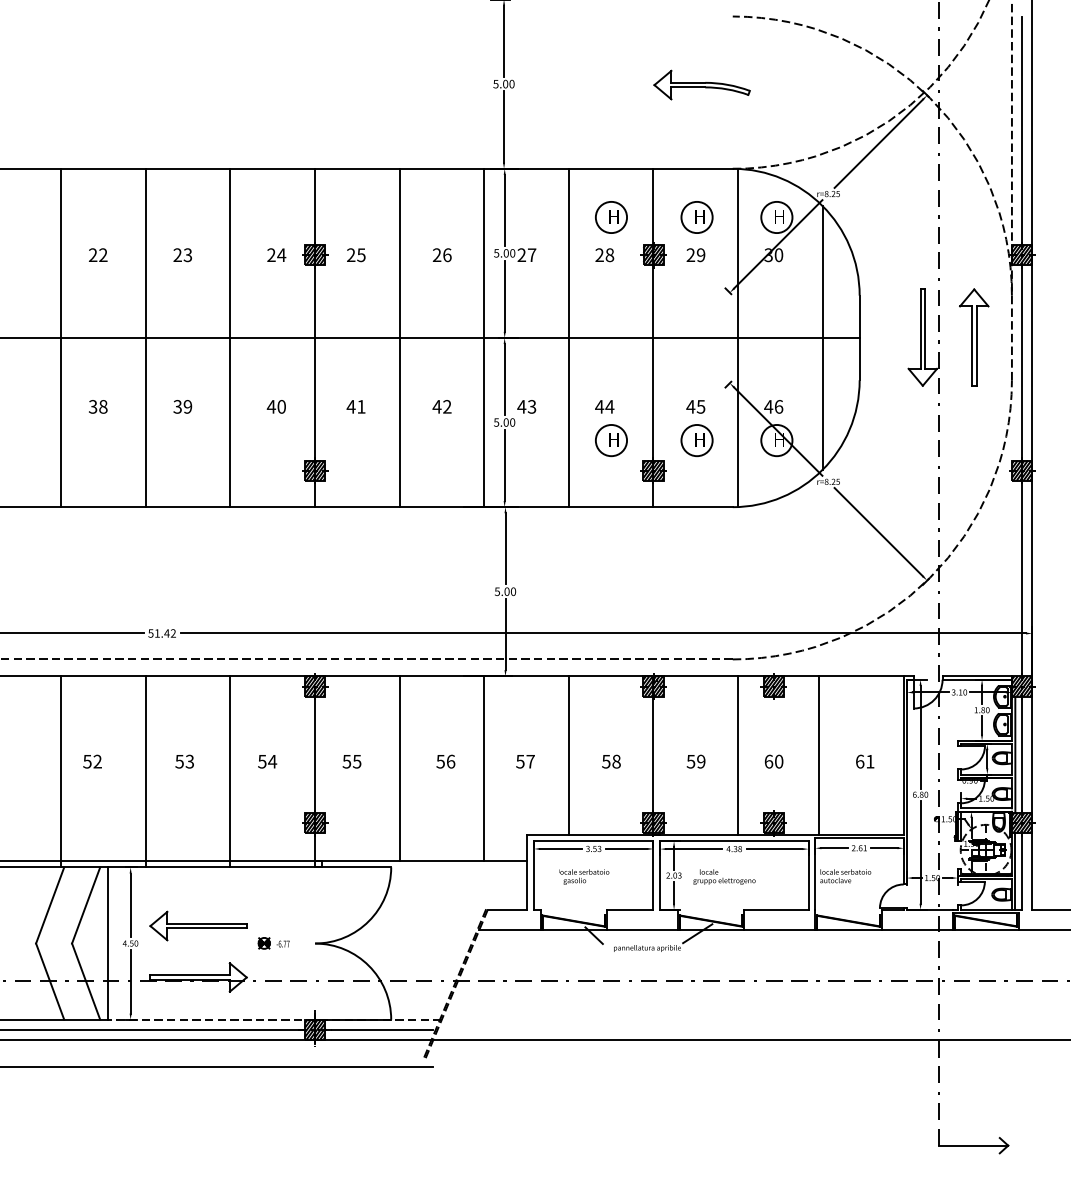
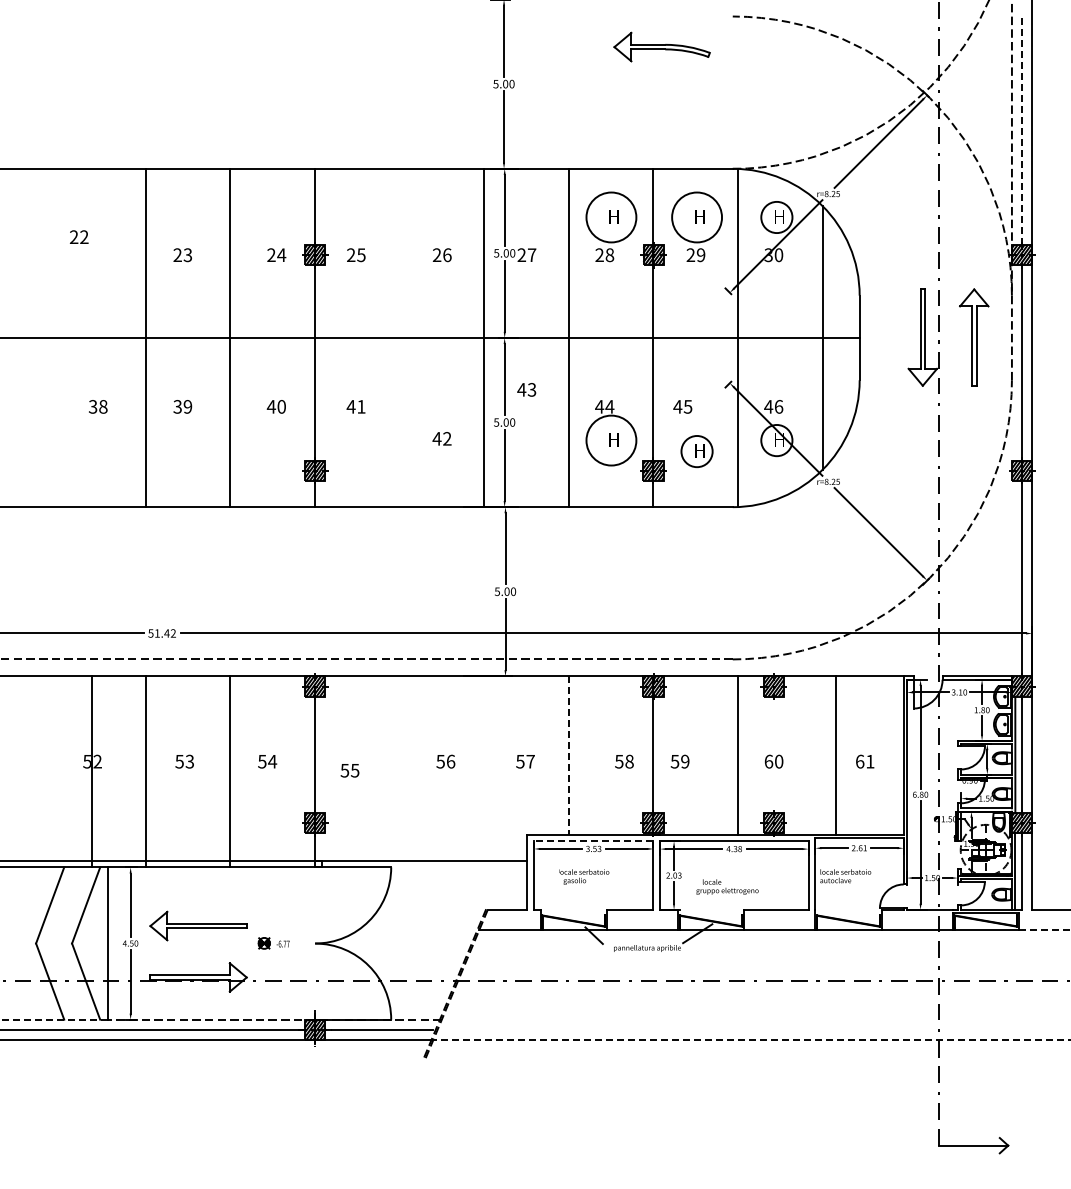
part at (701, 84) position: (701, 84) -> (661, 46)
line at (1022, 130): solid -> dashed
circle at (611, 217) diameter: 31 px -> 50 px
circle at (696, 217) diameter: 31 px -> 50 px
text at (98, 254) position: (98, 254) -> (79, 236)
line at (61, 337): present -> none
line at (399, 337): present -> none
text at (441, 406) position: (441, 406) -> (441, 438)
text at (526, 406) position: (526, 406) -> (526, 389)
text at (695, 406) position: (695, 406) -> (682, 406)
circle at (611, 440) diameter: 31 px -> 50 px
part at (696, 440) position: (696, 440) -> (696, 451)
line at (568, 755): solid -> dashed
line at (819, 755) position: (819, 755) -> (836, 755)
text at (351, 761) position: (351, 761) -> (349, 770)
text at (611, 761) position: (611, 761) -> (624, 761)
text at (695, 761) position: (695, 761) -> (679, 761)
line at (399, 768): present -> none
line at (484, 768): present -> none
line at (61, 771) position: (61, 771) -> (92, 771)
line at (593, 841): solid -> dashed
text at (724, 876) position: (724, 876) -> (727, 886)
line at (1044, 930): solid -> dashed
line at (54, 1019): solid -> dashed
line at (752, 1040): solid -> dashed
line at (217, 1067): present -> none
